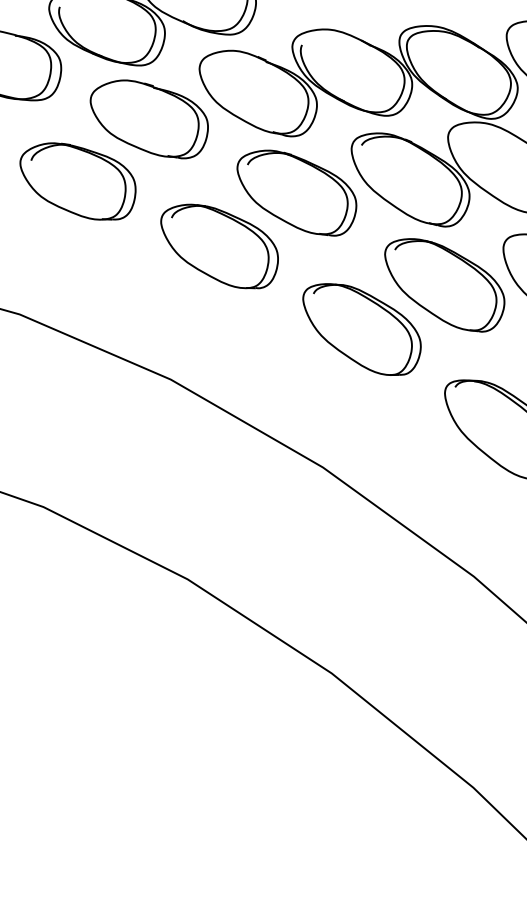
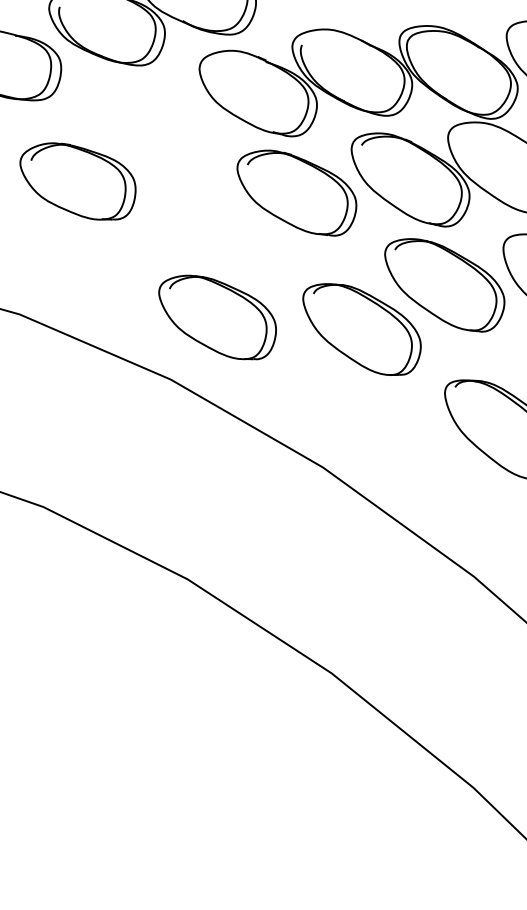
part at (148, 119): present -> none
part at (219, 246) position: (219, 246) -> (217, 317)
